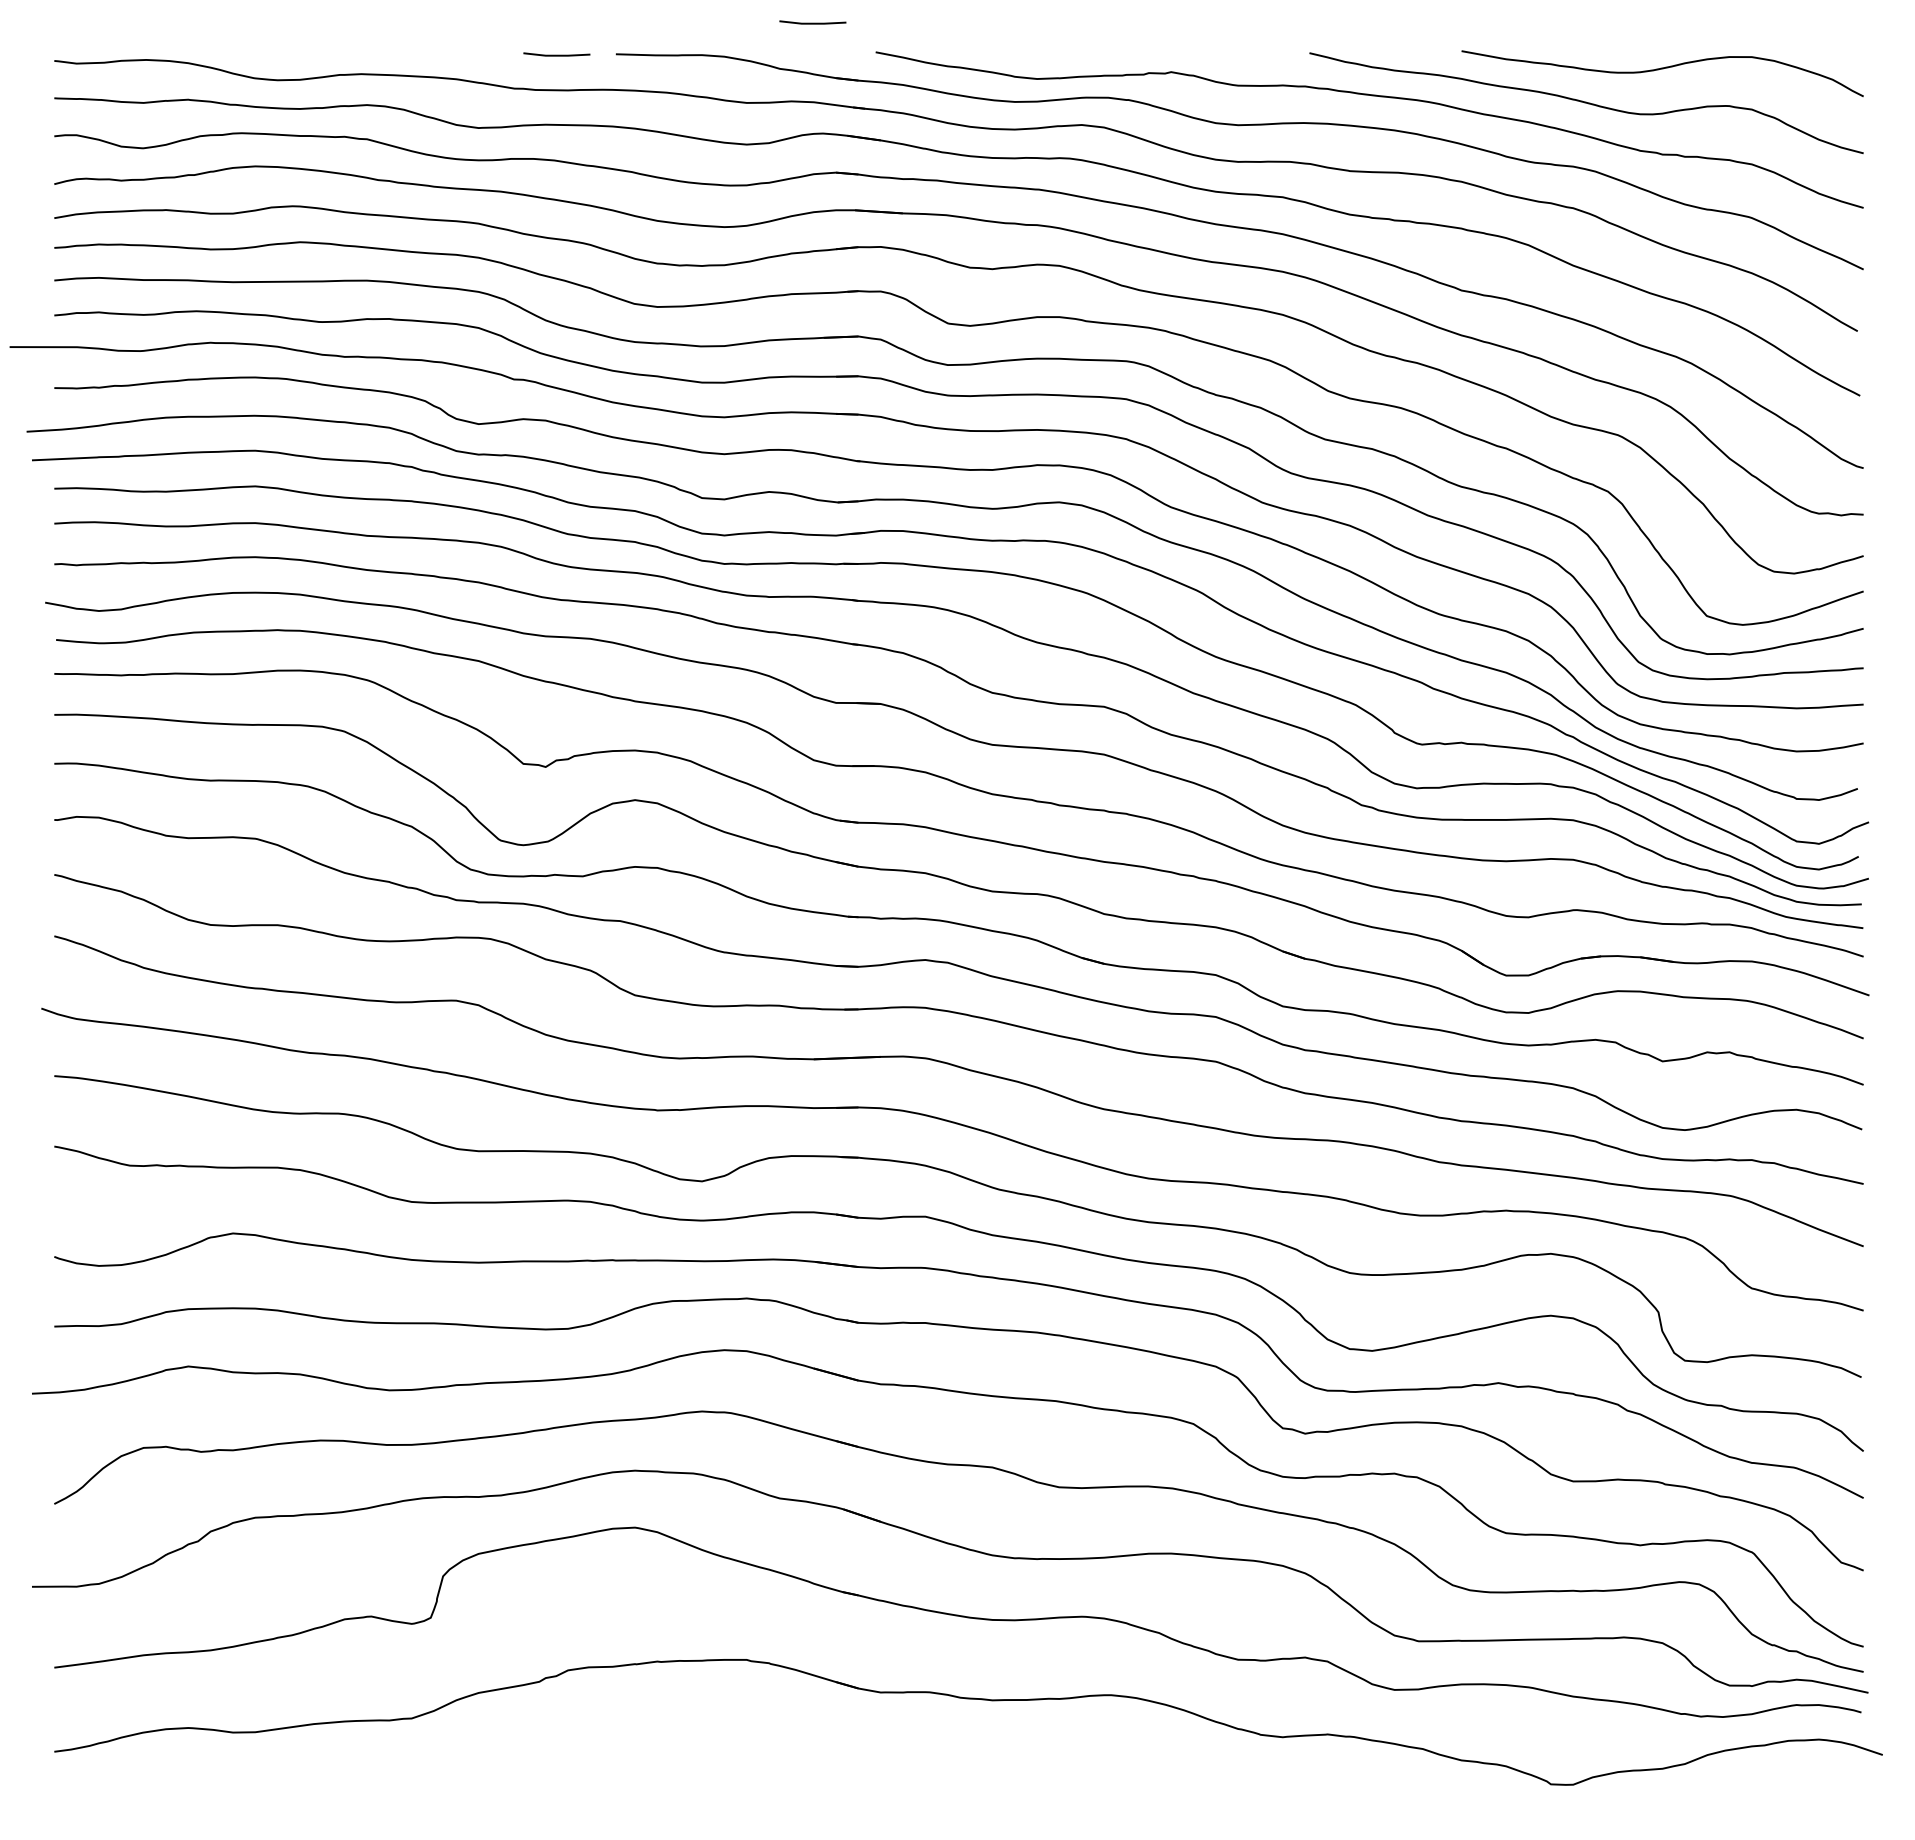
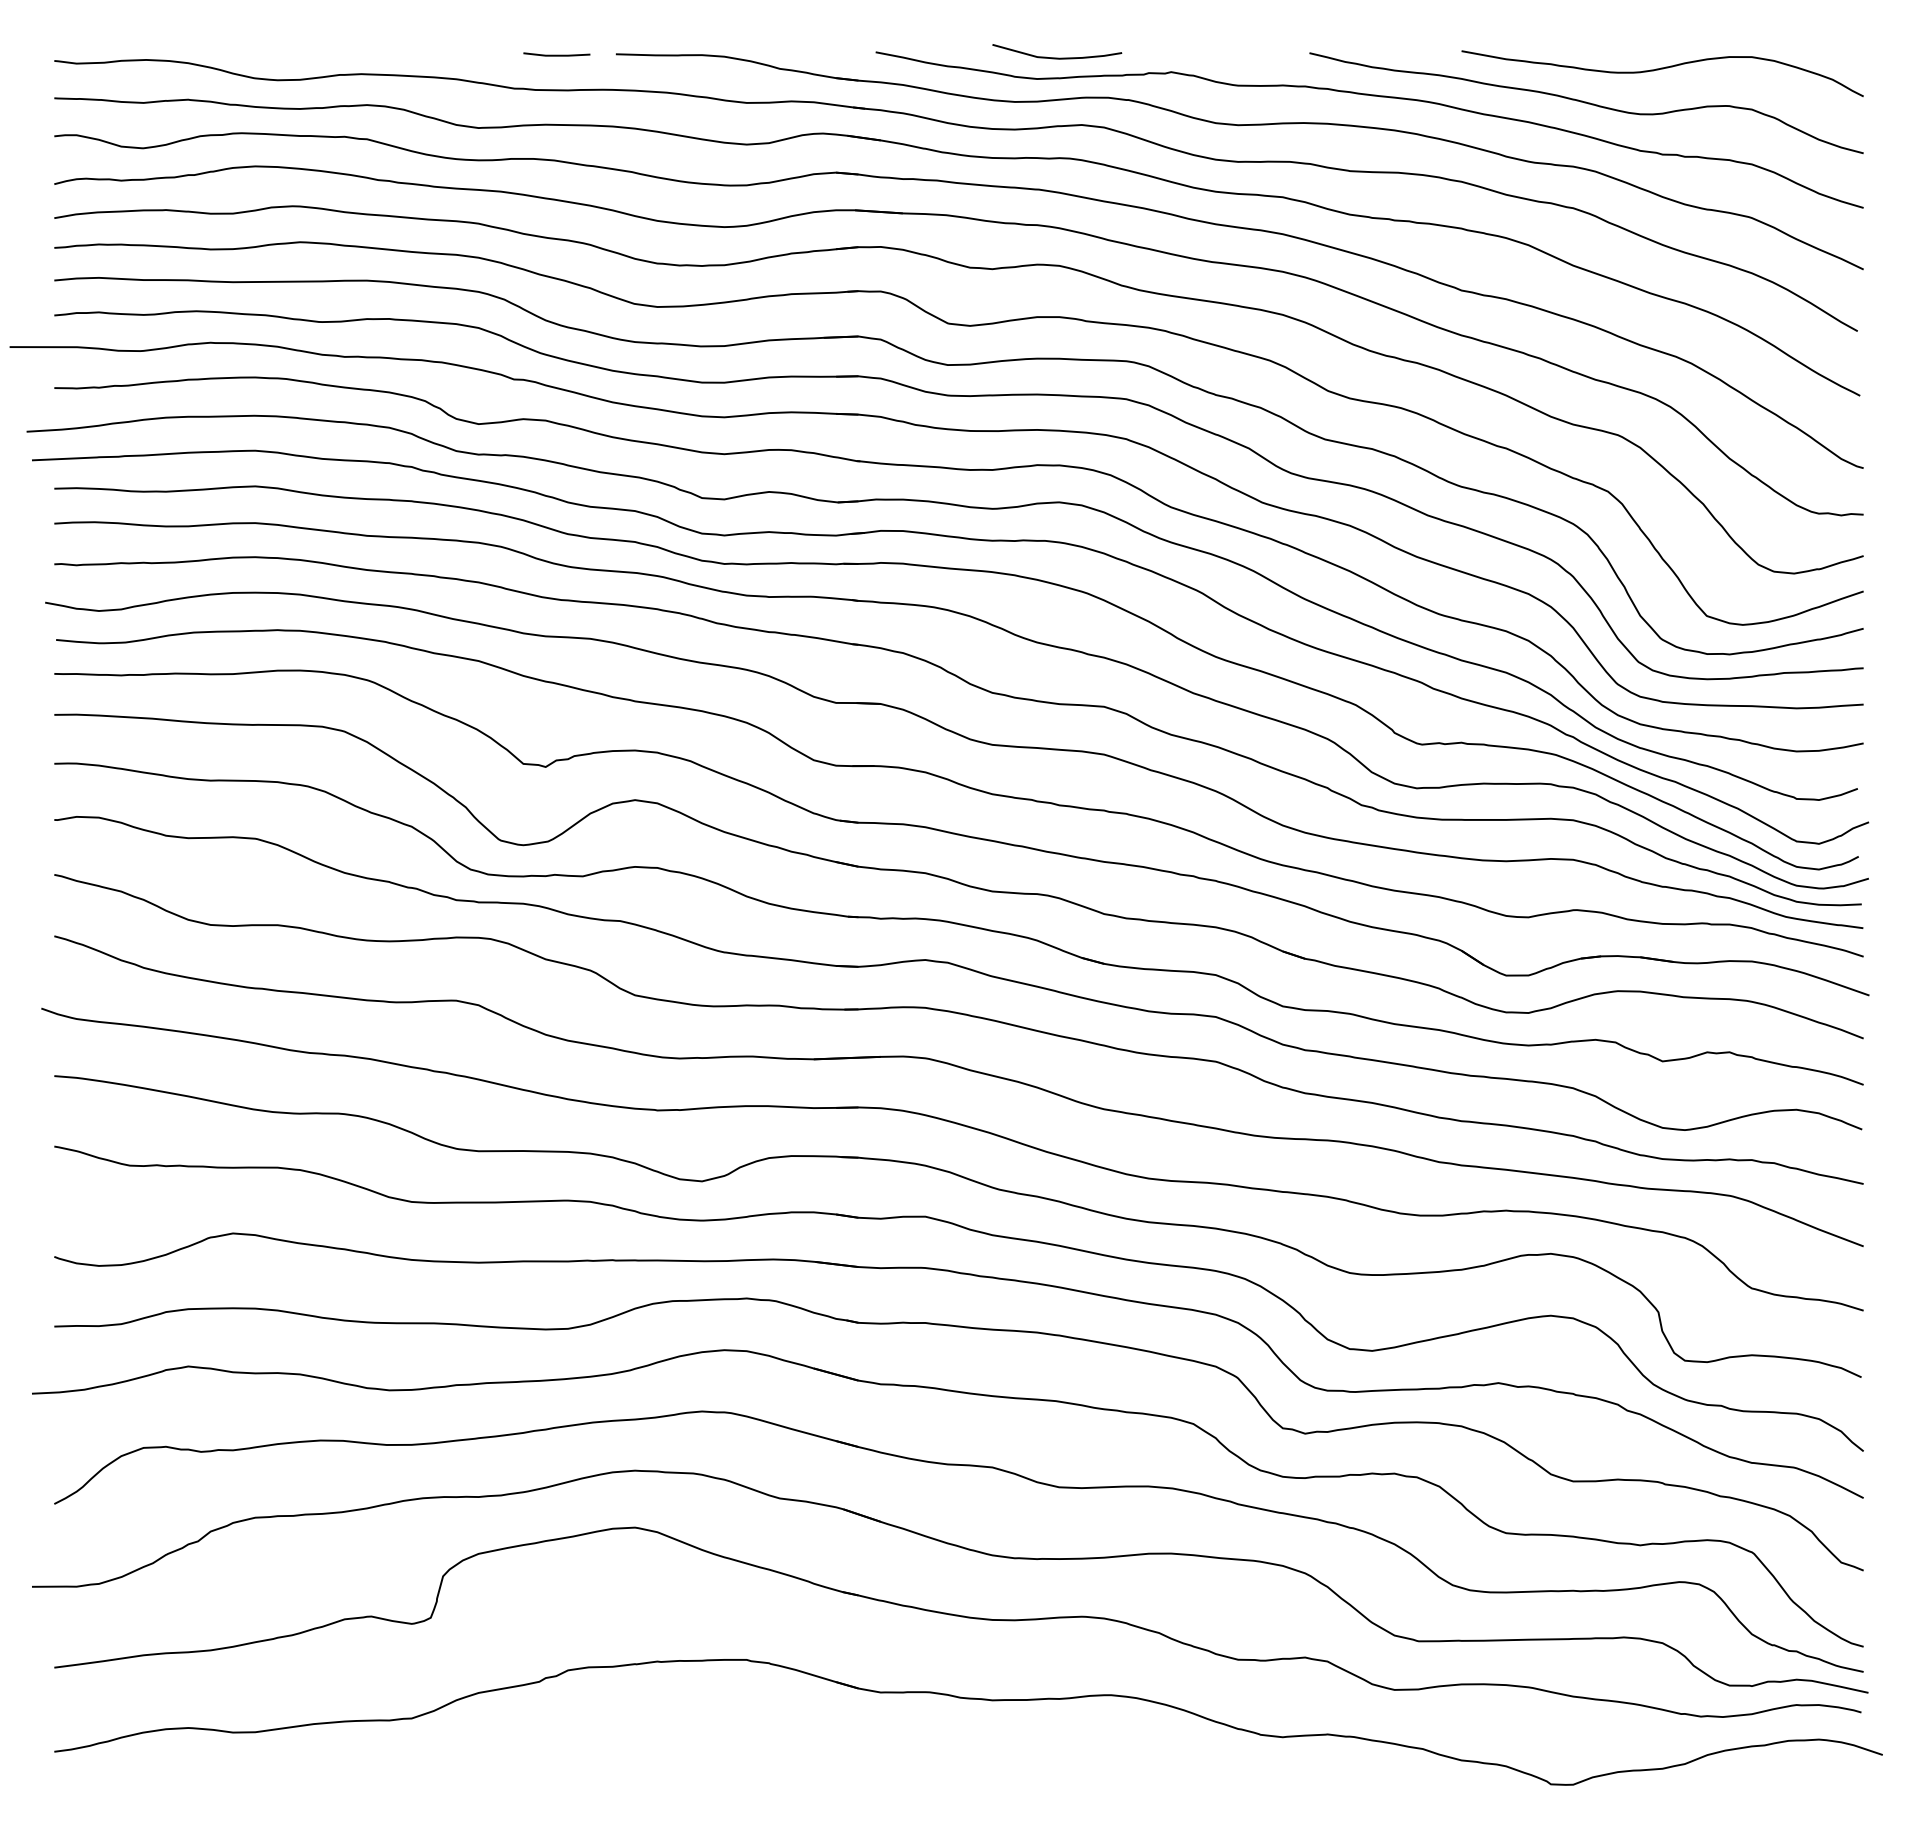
line at (812, 22): present -> none
curve at (1057, 57): none -> present
